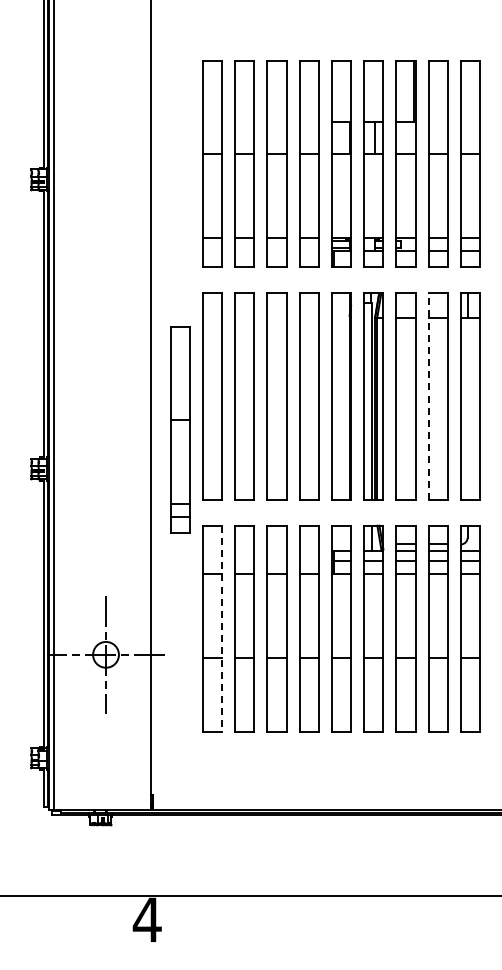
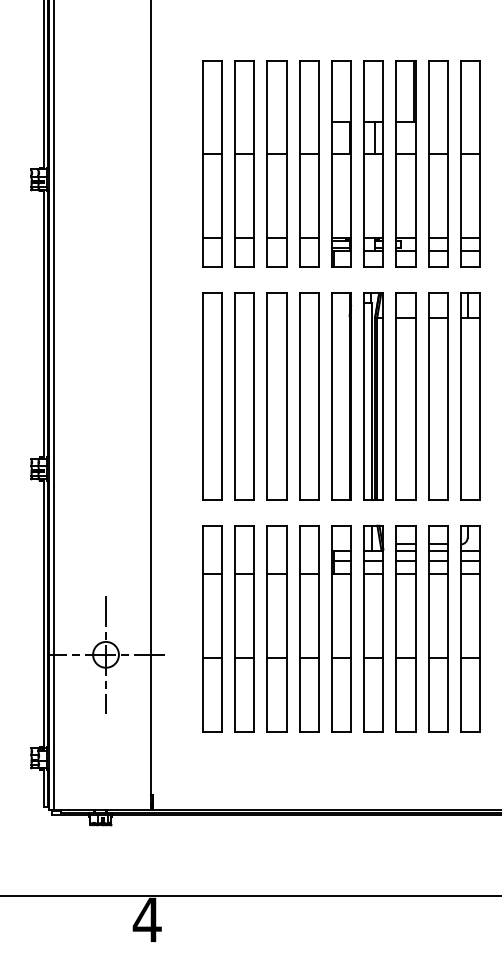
line at (428, 396): dashed -> solid
part at (180, 429): present -> none
line at (222, 629): dashed -> solid
